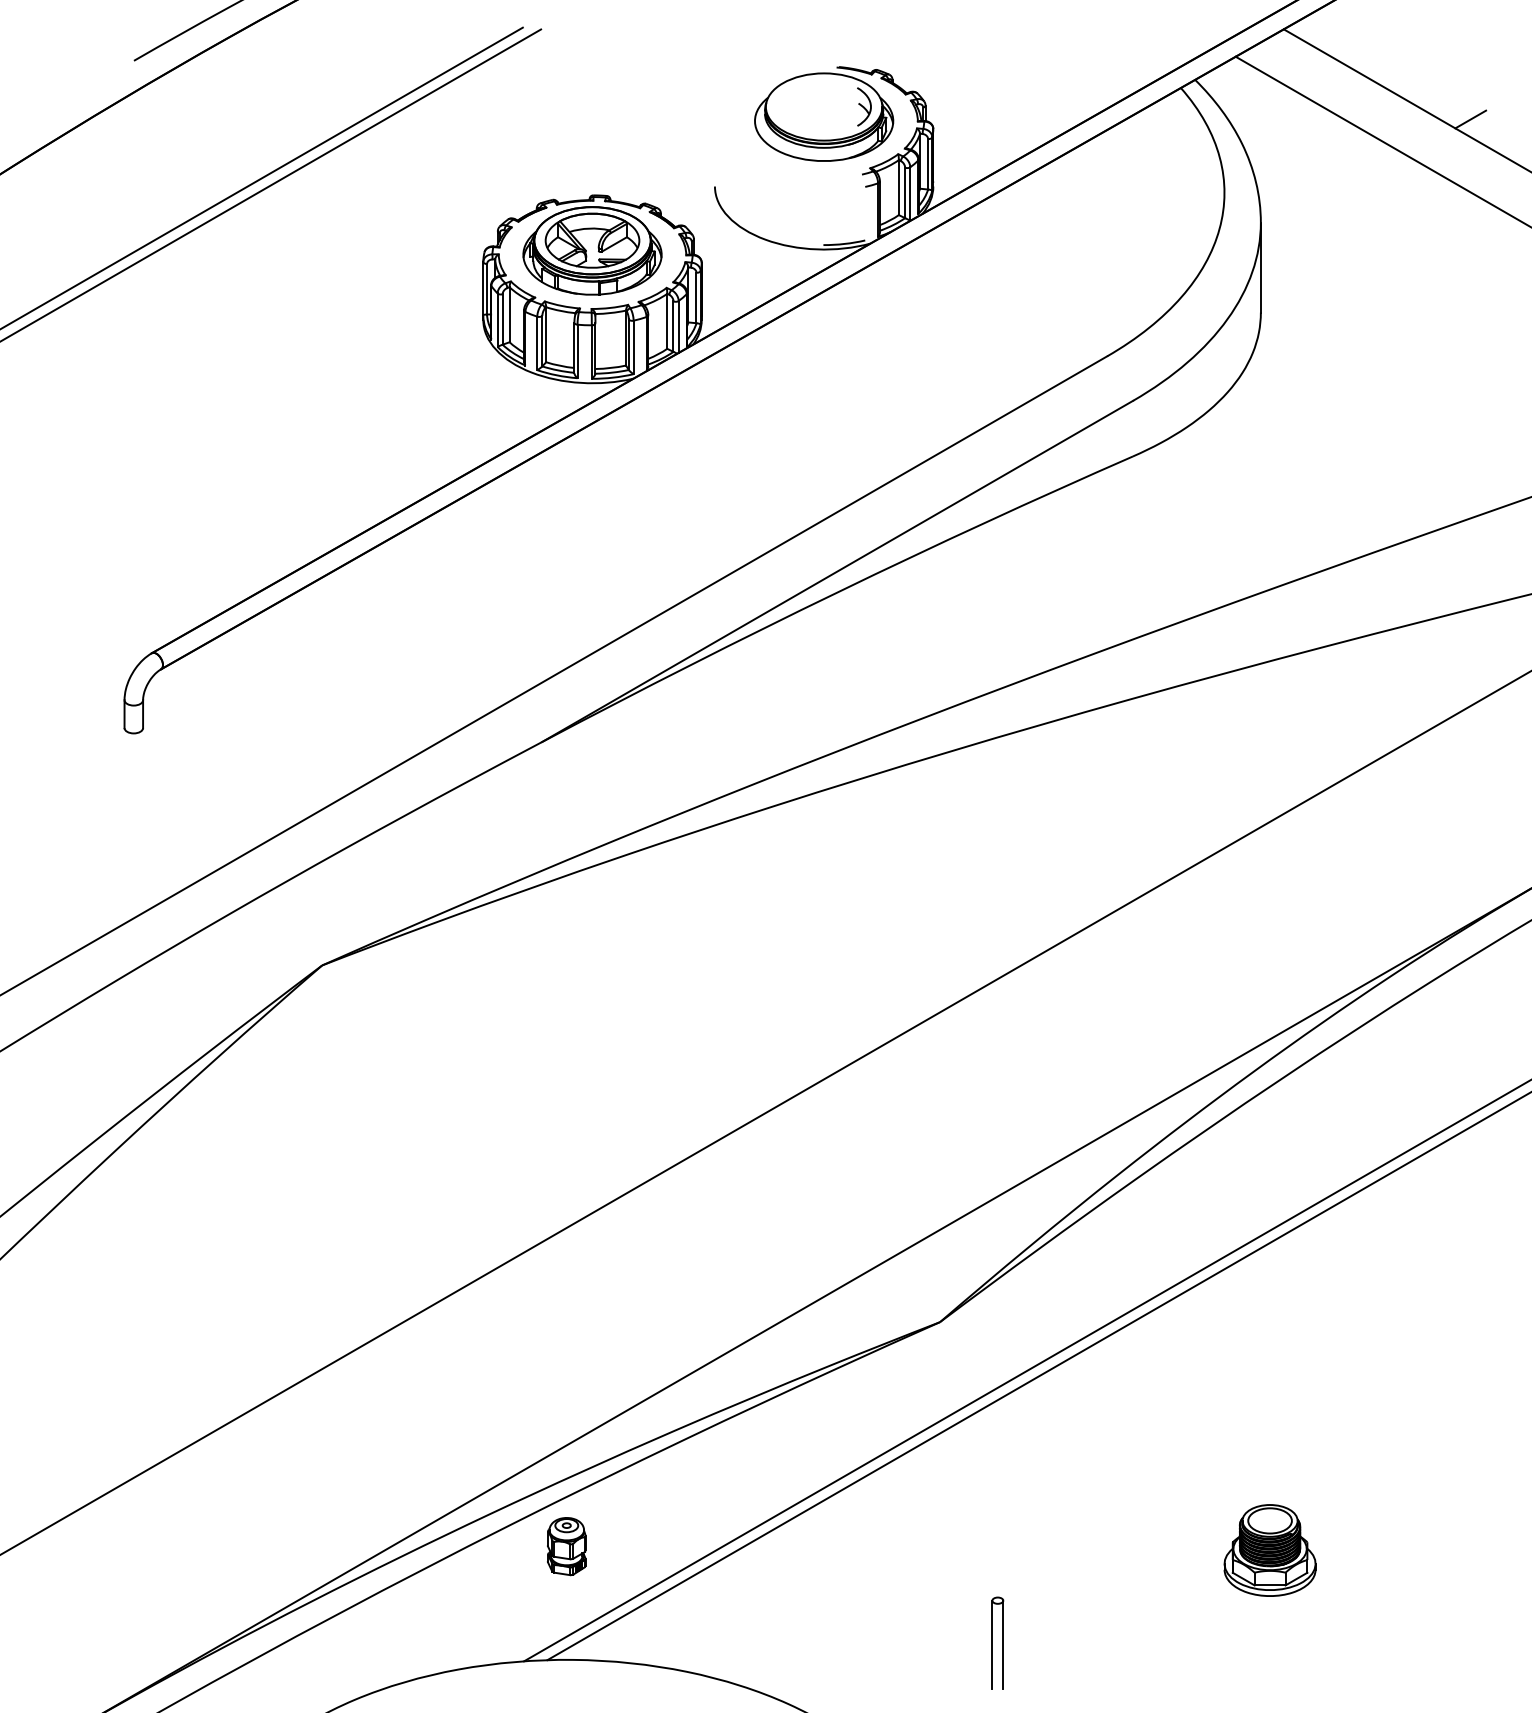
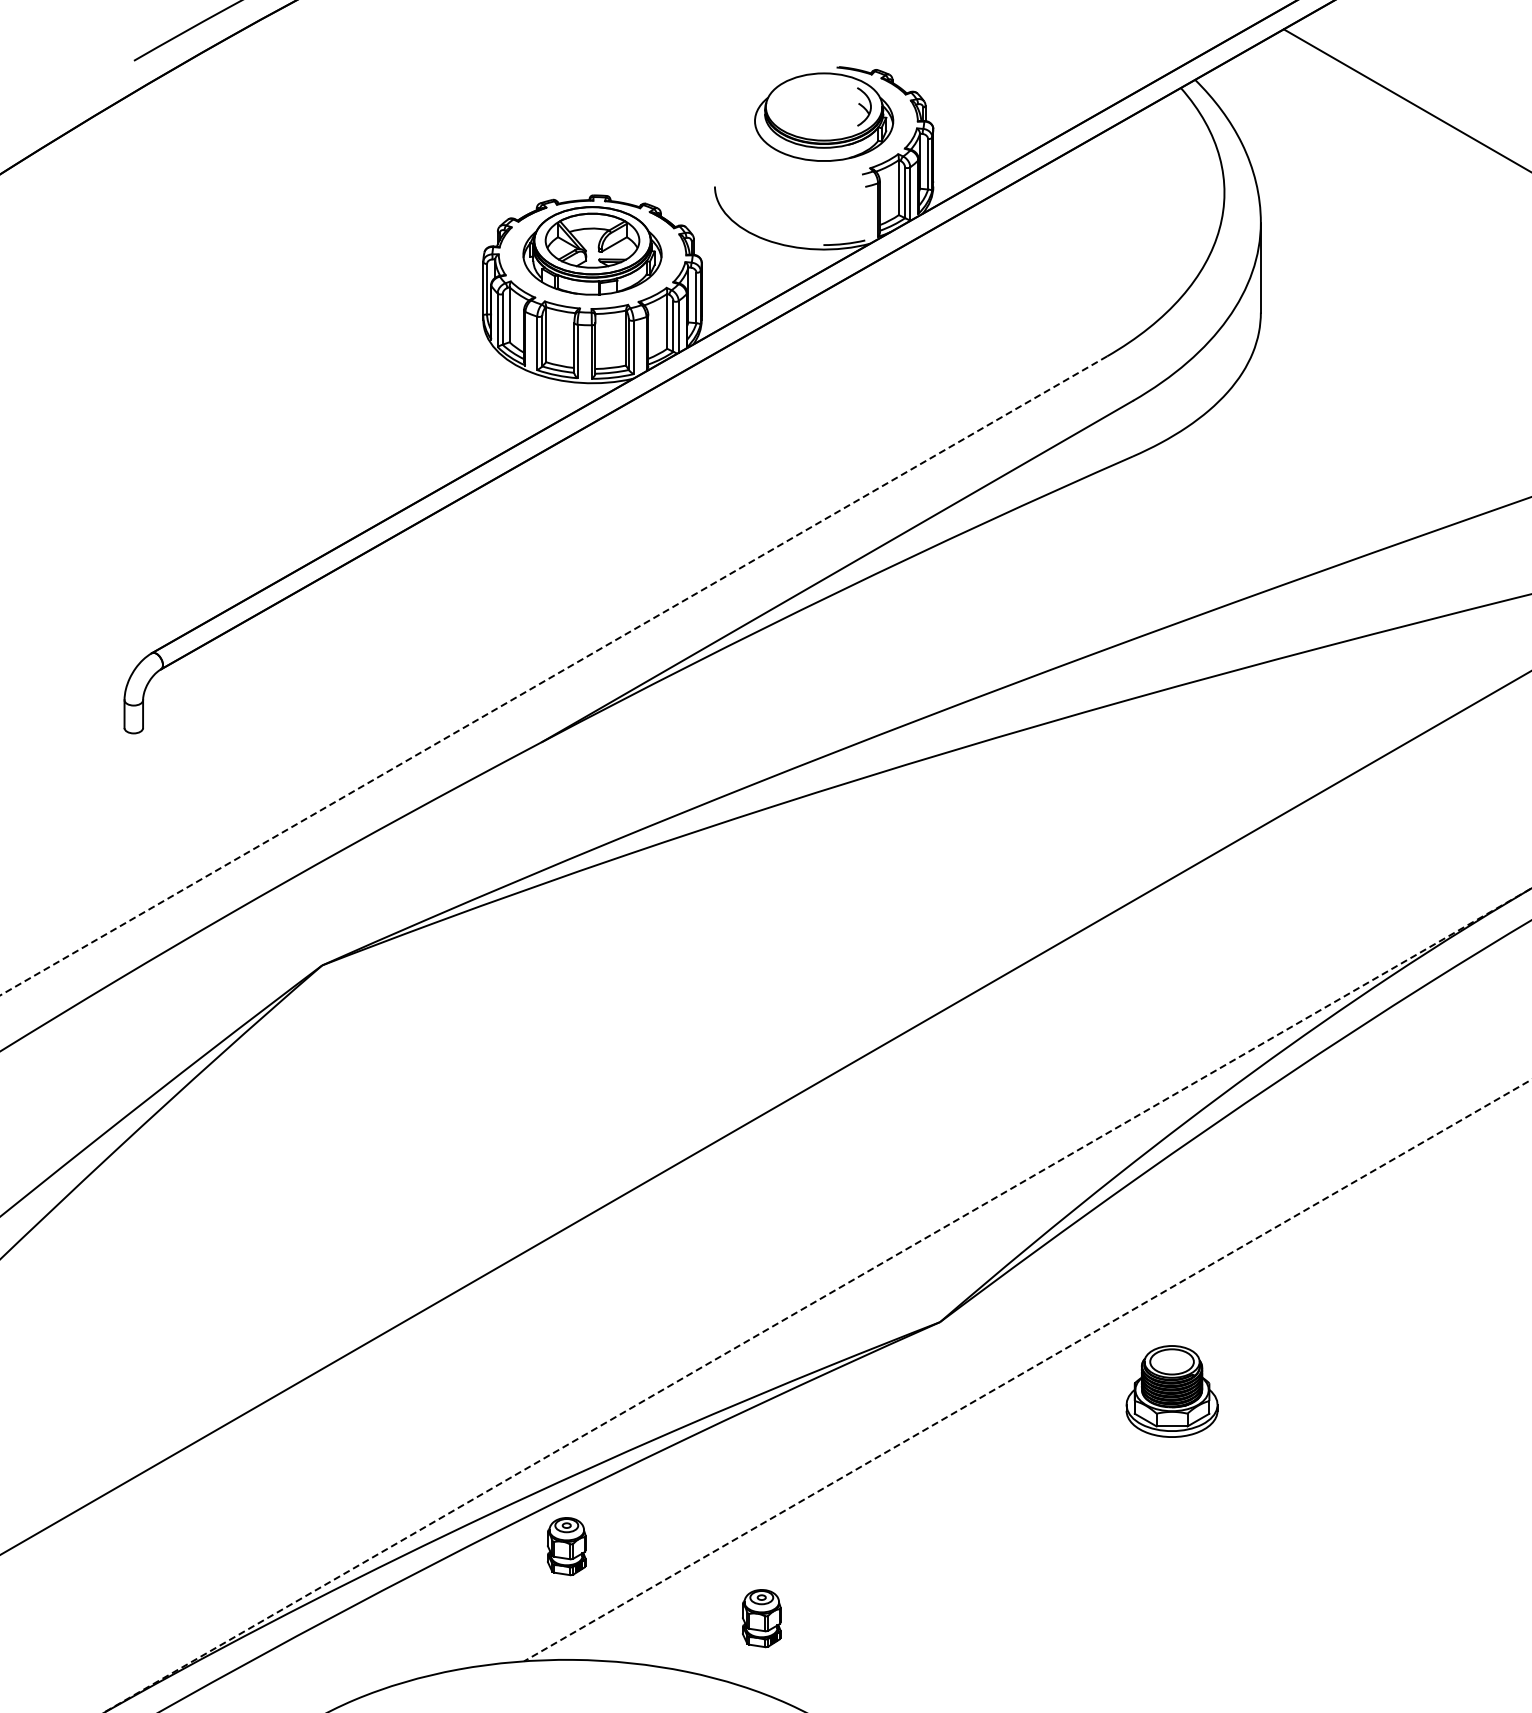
line at (1470, 119): present -> none
line at (1381, 140): present -> none
line at (262, 177): present -> none
line at (271, 184): present -> none
line at (554, 675): solid -> dashed
line at (817, 1300): solid -> dashed
line at (1027, 1370): solid -> dashed
line at (1037, 1376): present -> none
part at (1269, 1550) position: (1269, 1550) -> (1171, 1391)
part at (761, 1618): none -> present
part at (997, 1642): present -> none
